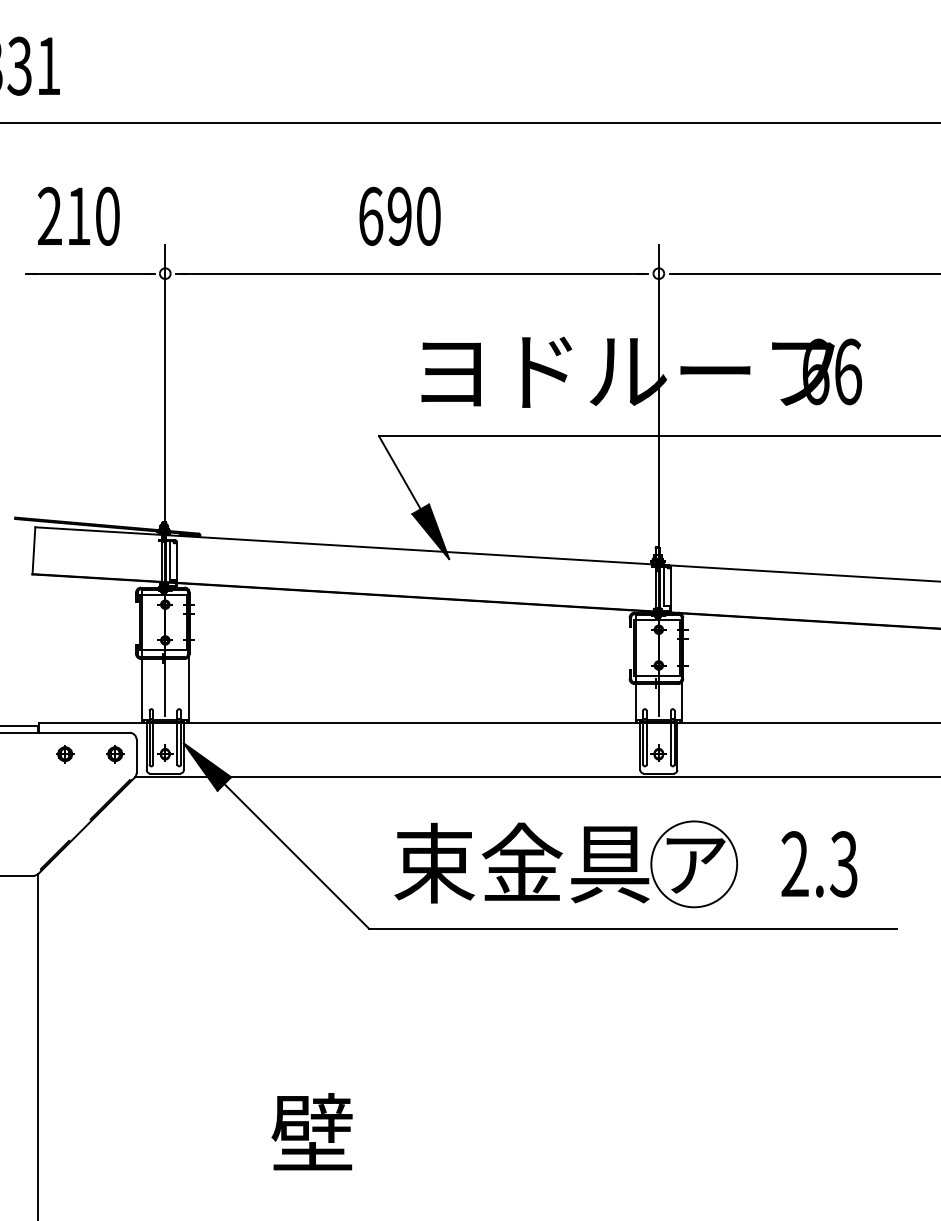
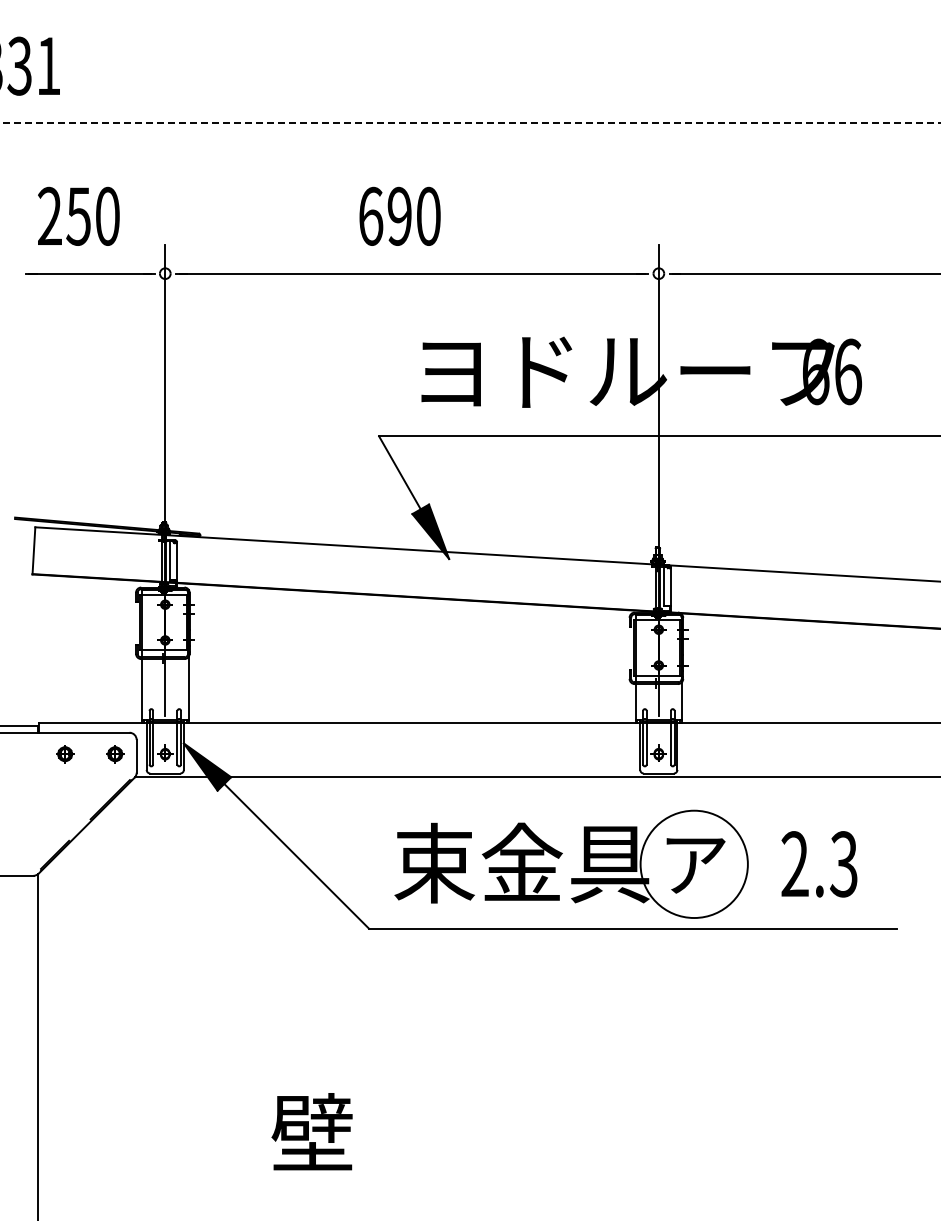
line at (469, 123): solid -> dashed
text at (78, 216): 210 -> 250
circle at (694, 864) diameter: 86 px -> 107 px
